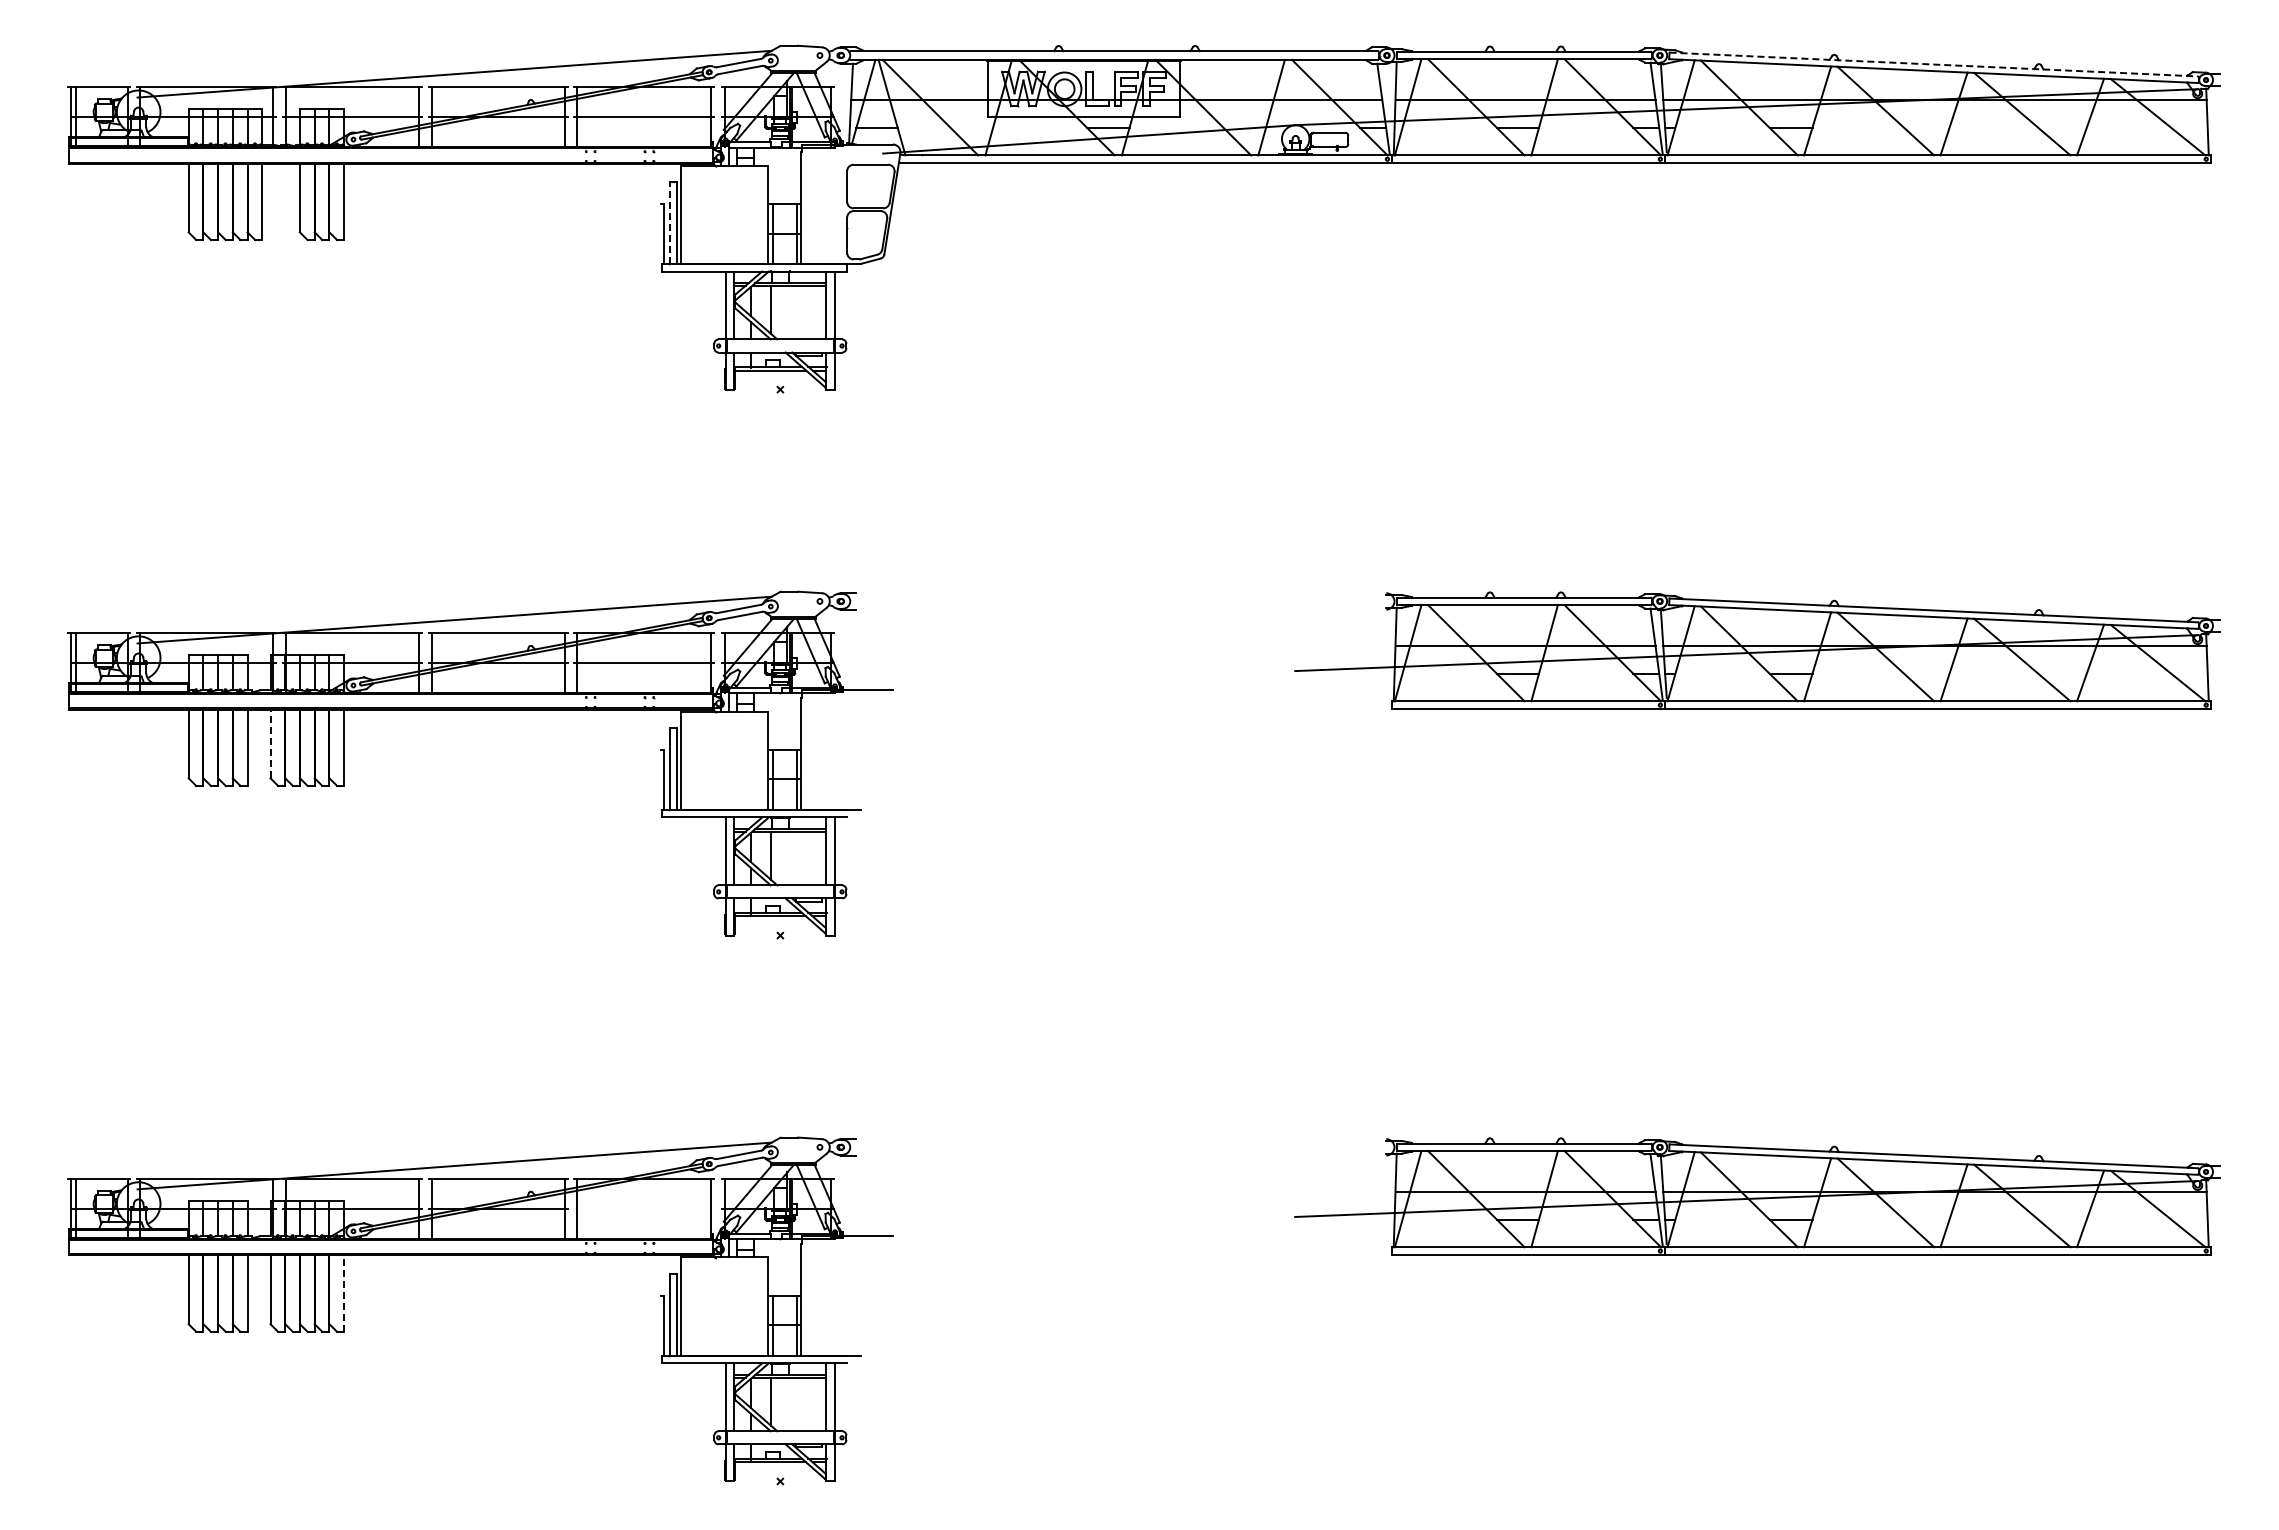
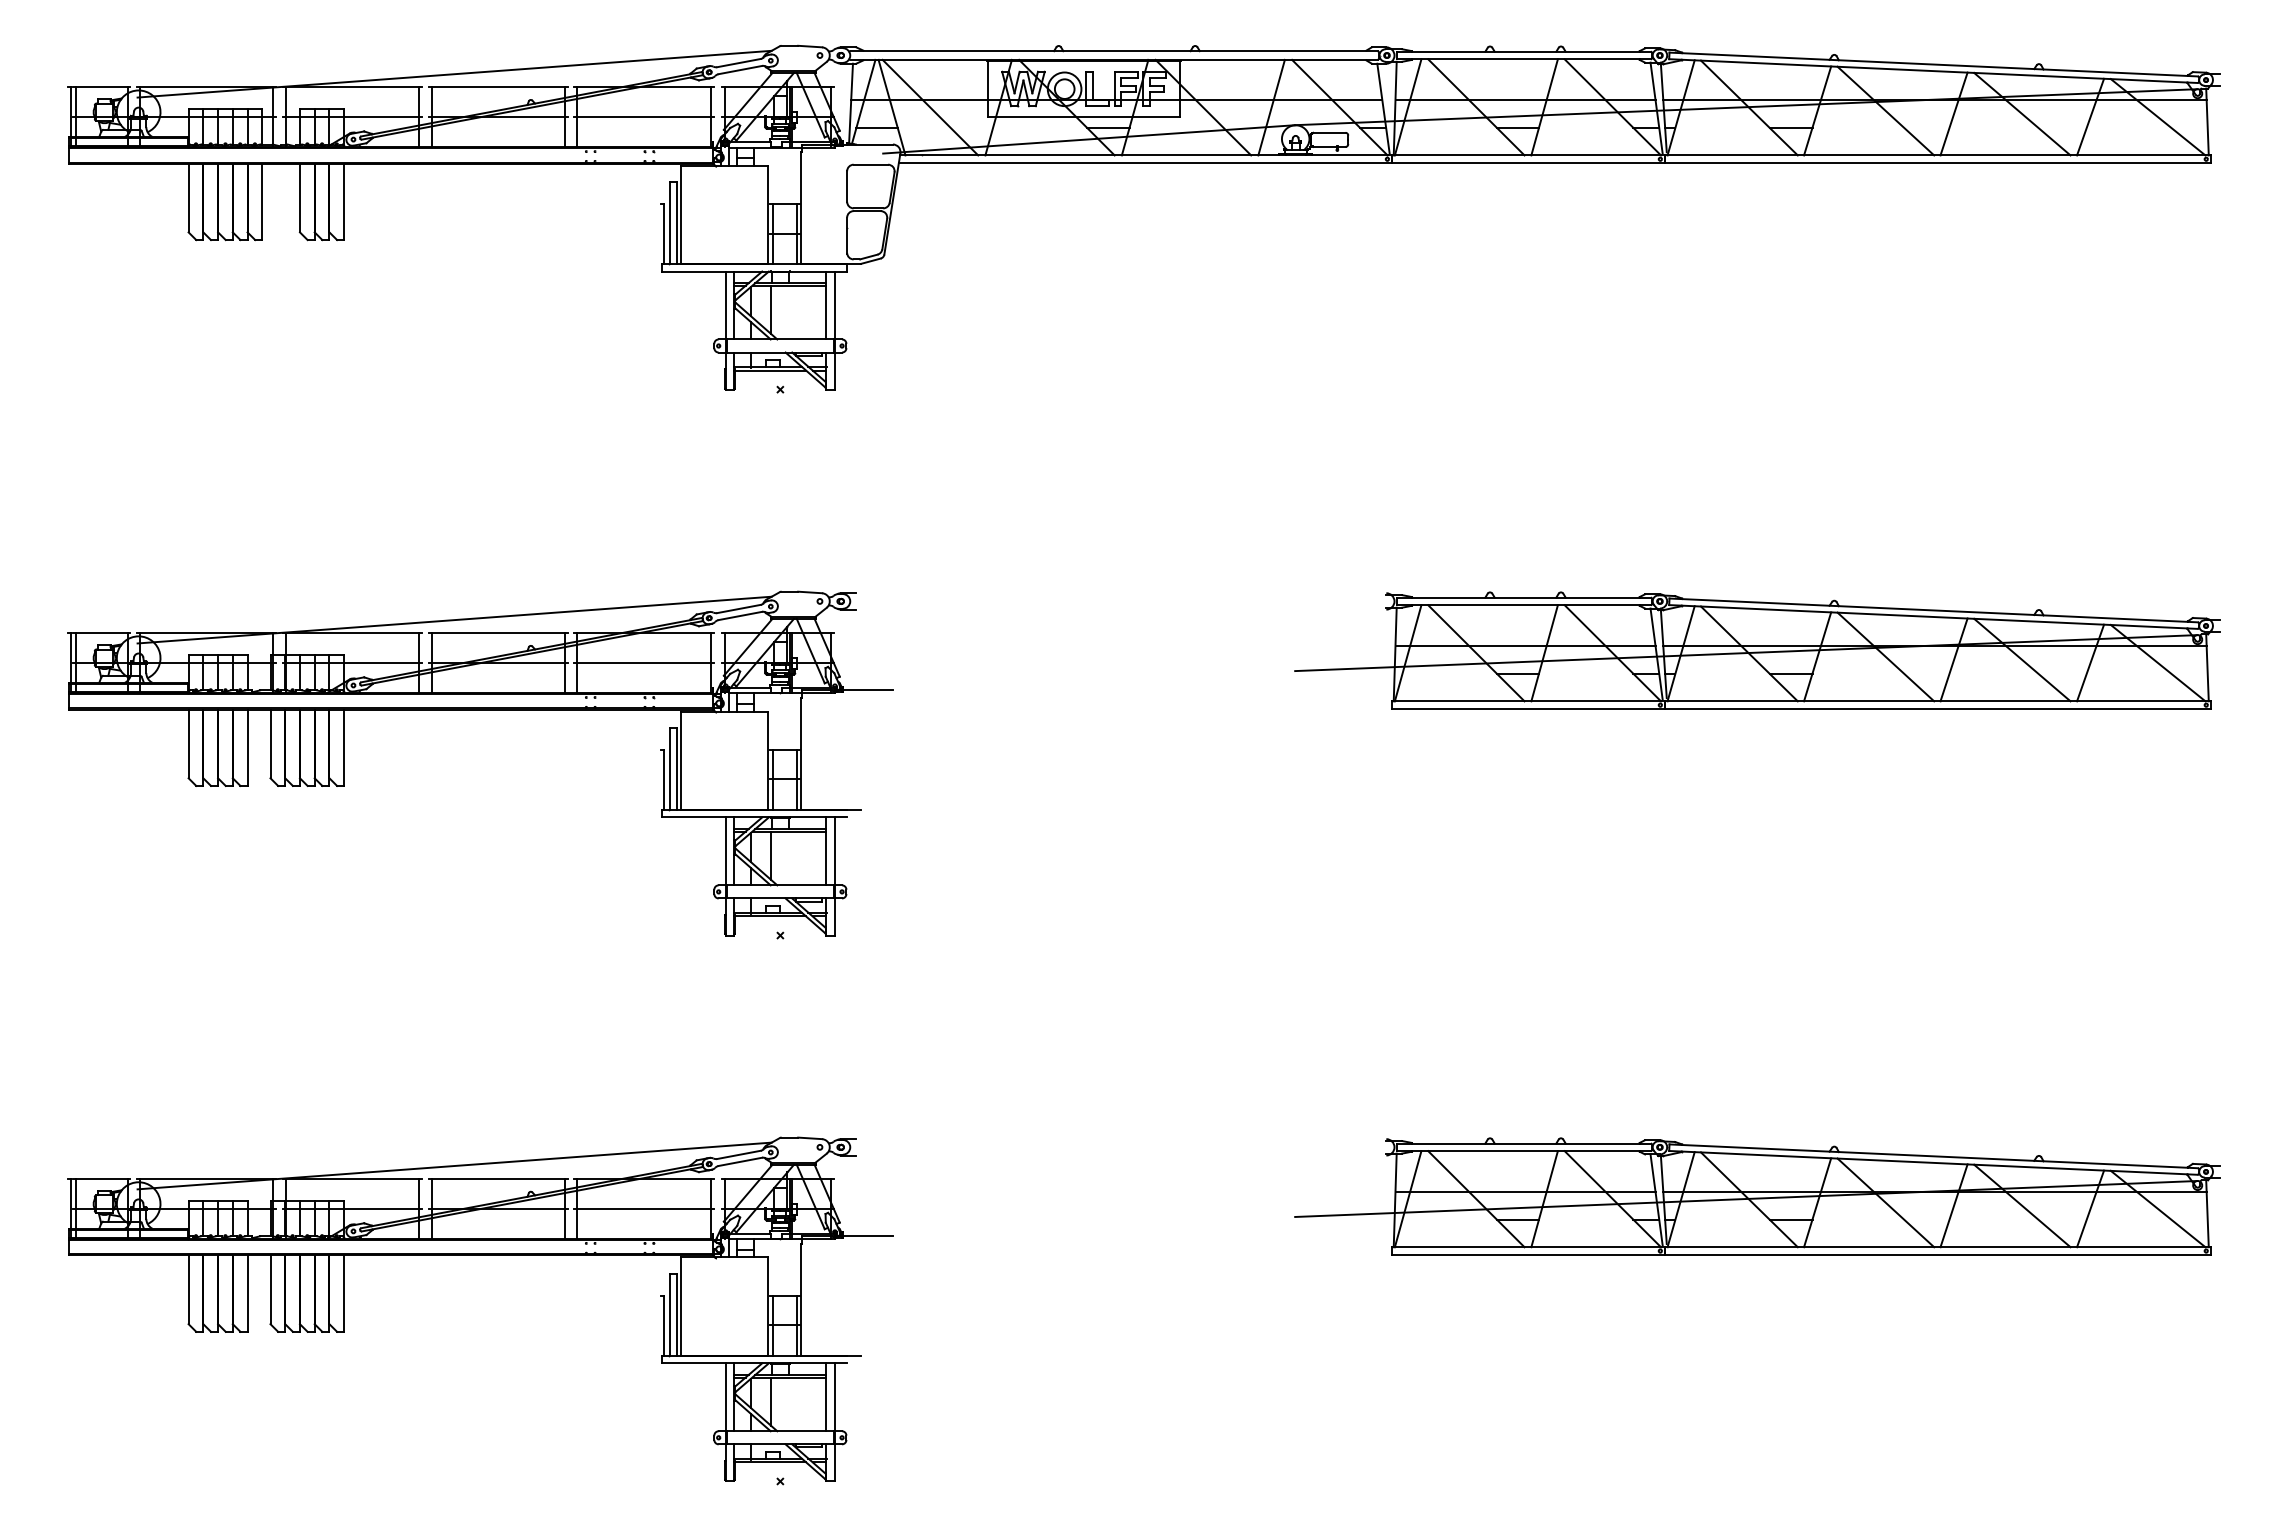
line at (1934, 64): dashed -> solid
line at (669, 222): dashed -> solid
line at (270, 743): dashed -> solid
line at (643, 1208): none -> present
line at (344, 1293): dashed -> solid
